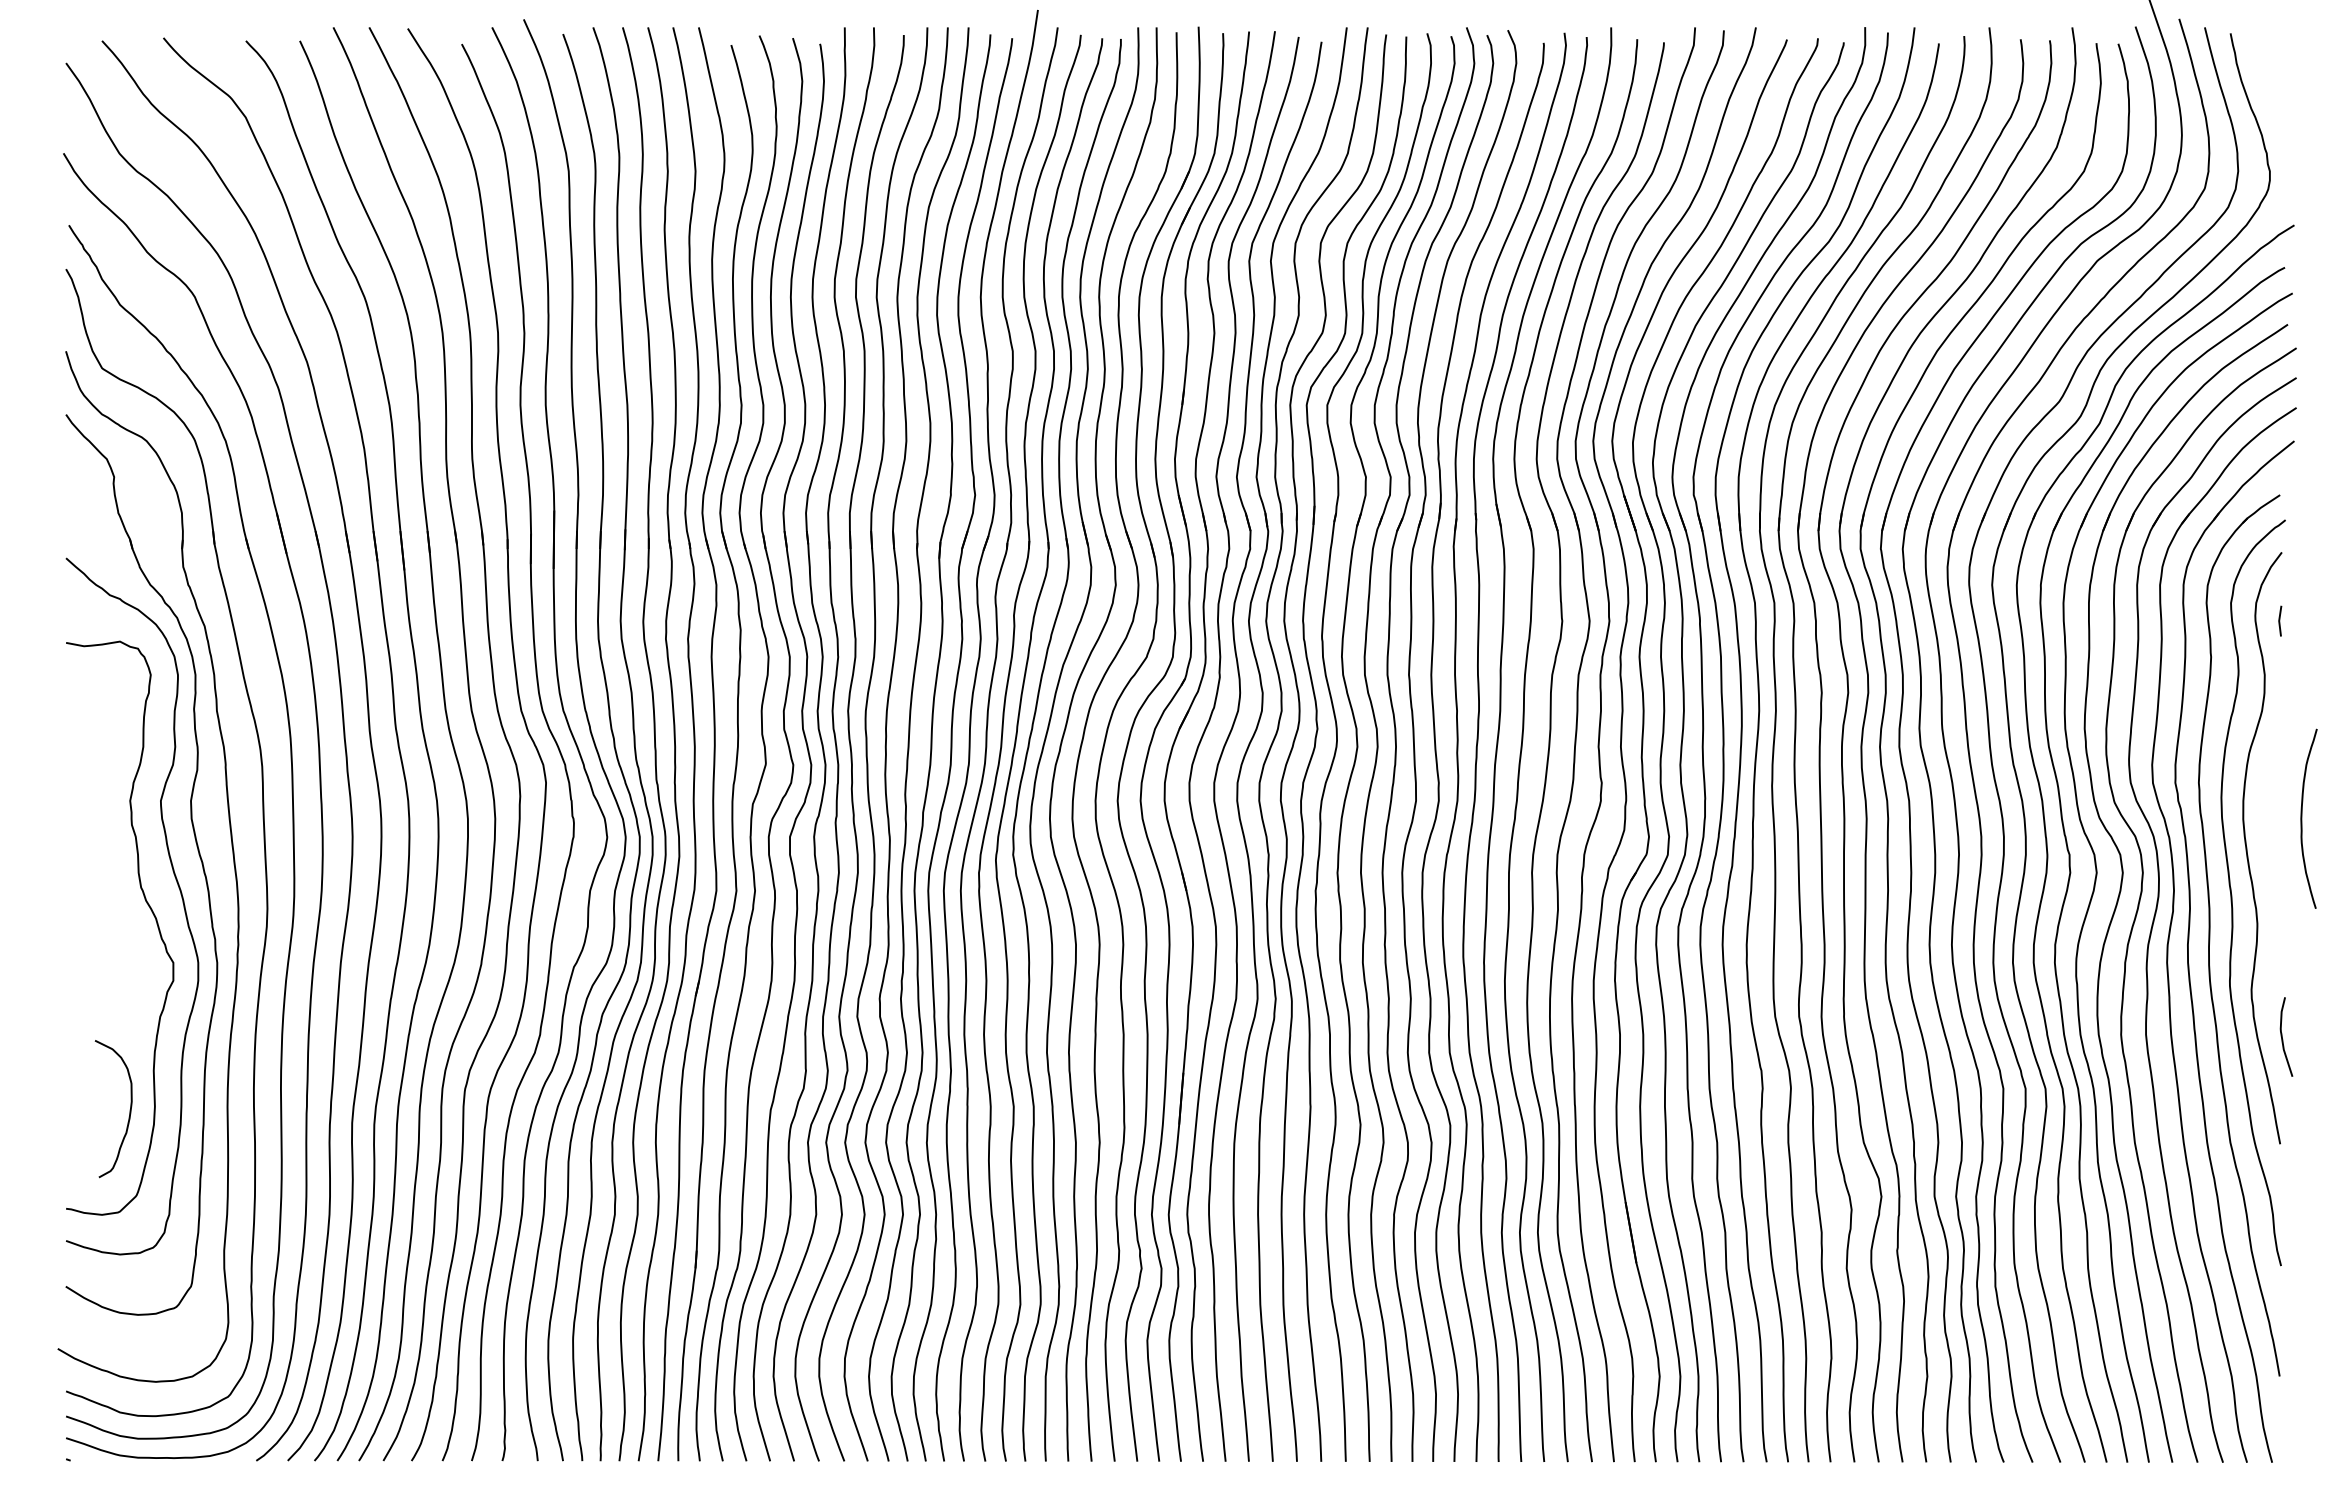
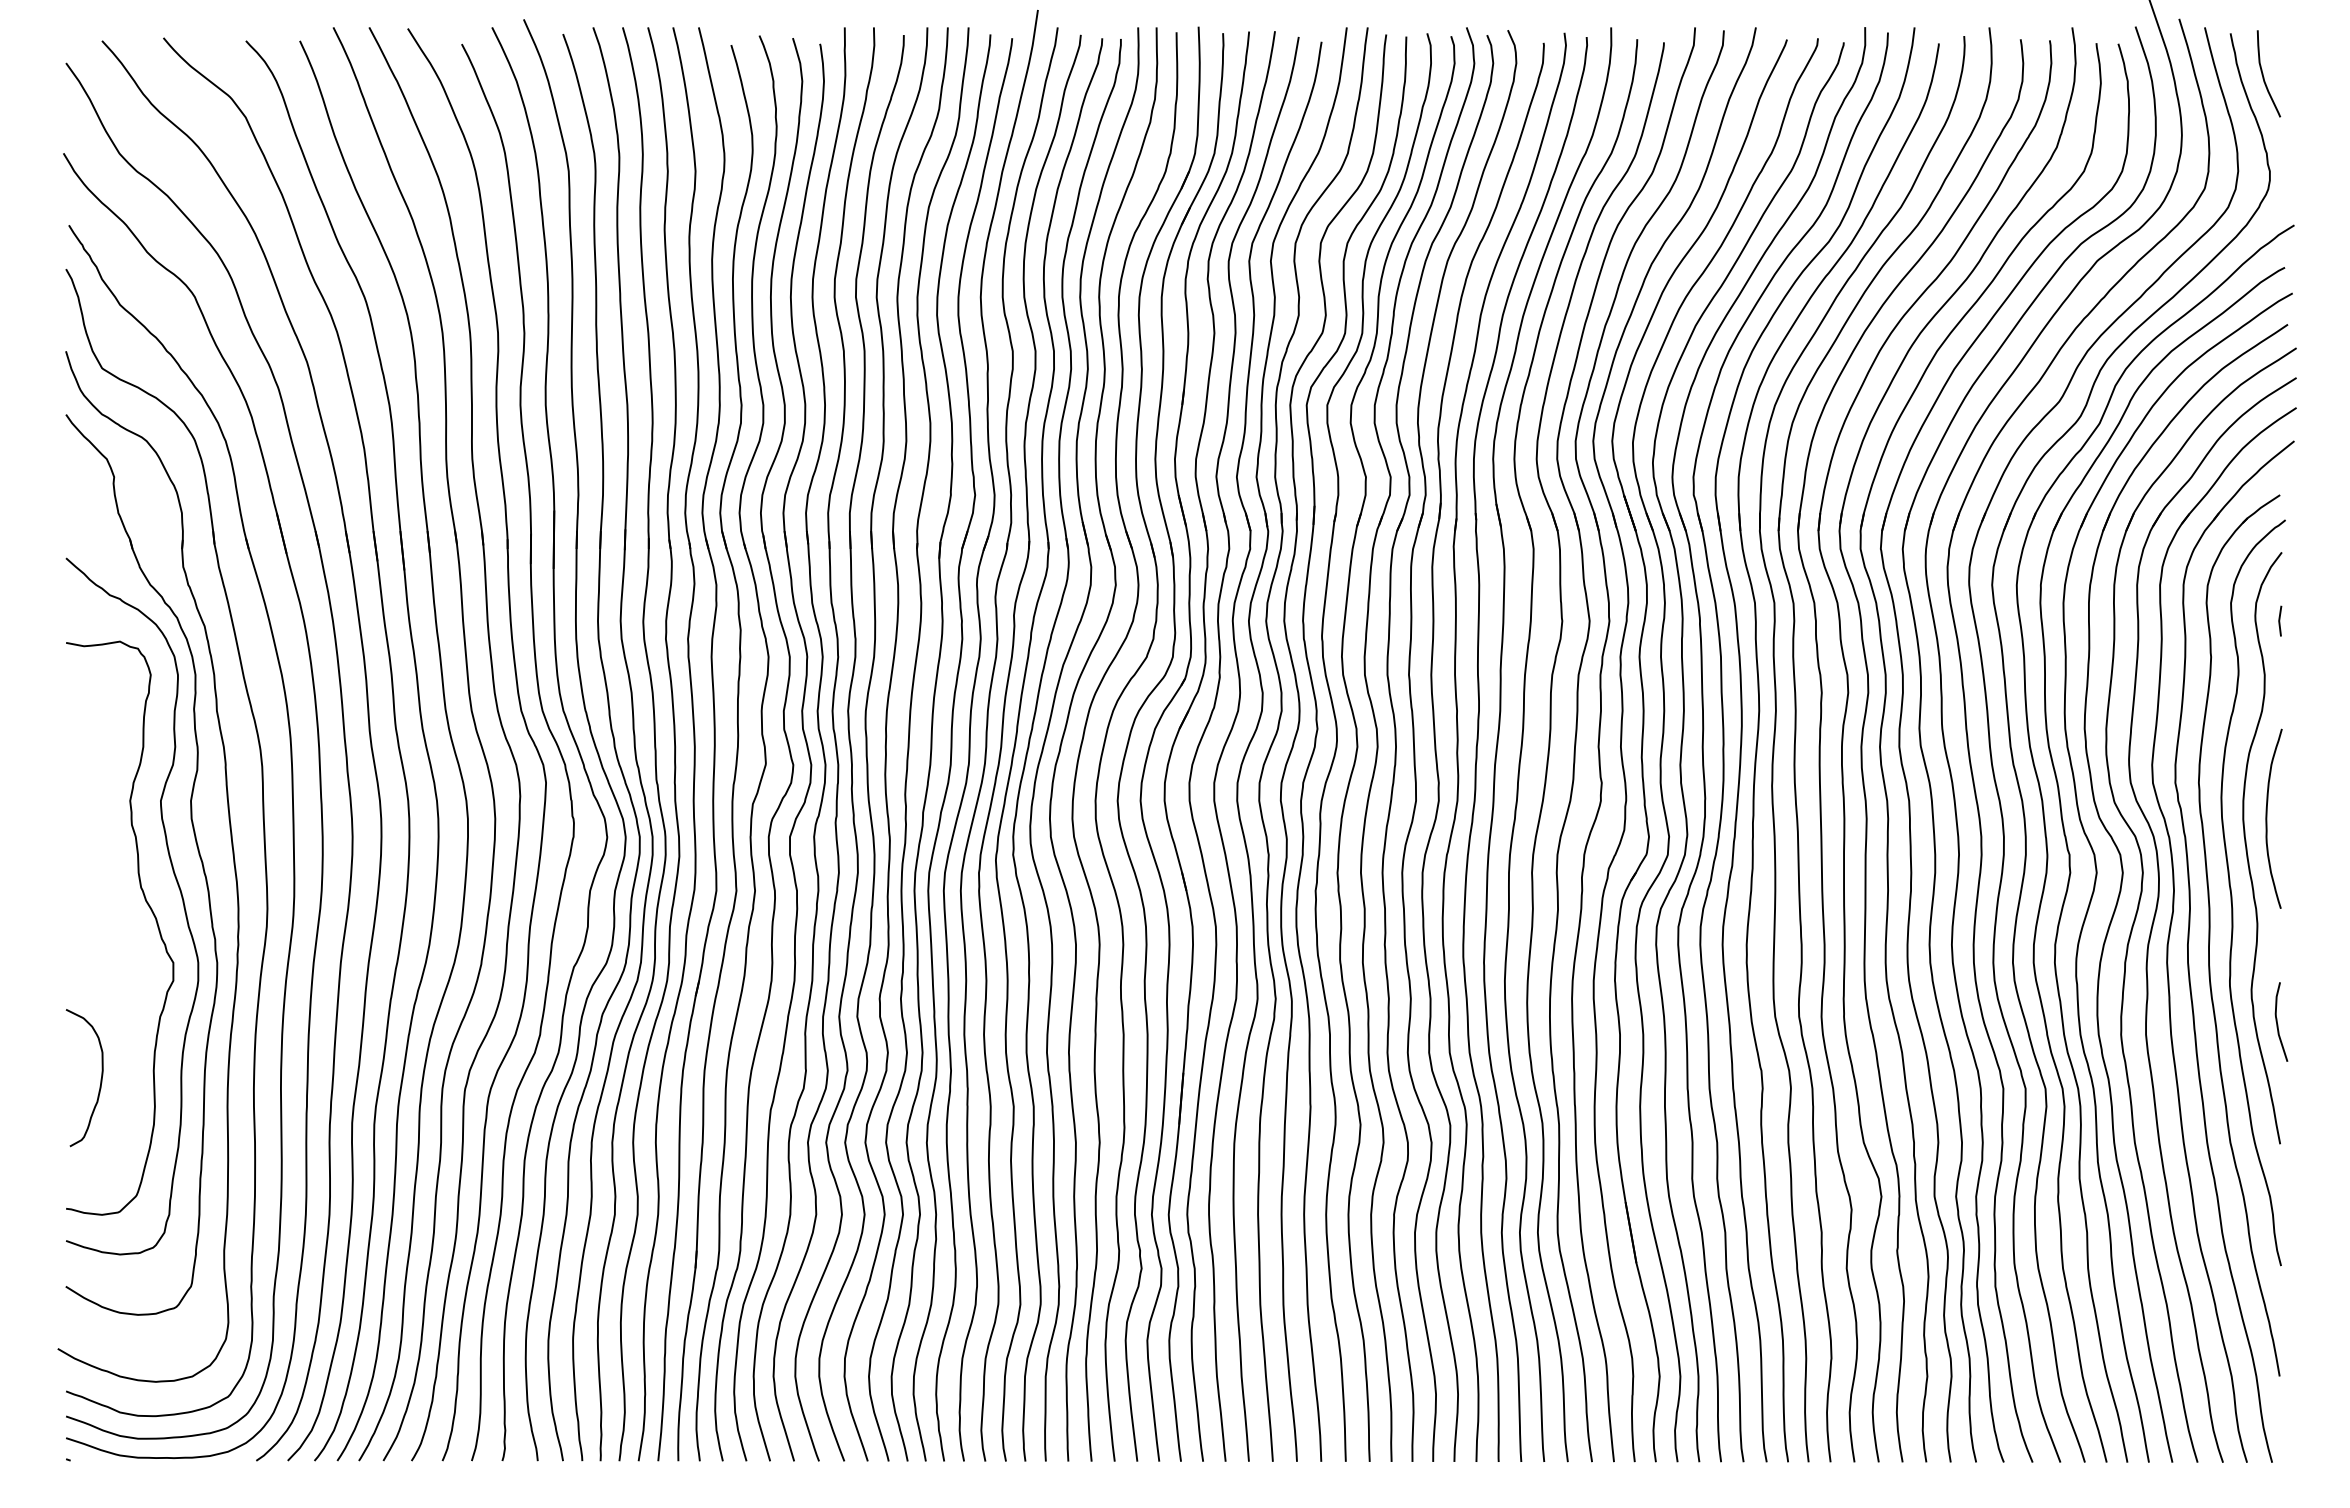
curve at (2263, 73): none -> present
curve at (2302, 818) position: (2302, 818) -> (2267, 818)
curve at (2282, 1036) position: (2282, 1036) -> (2277, 1021)
curve at (129, 1109) position: (129, 1109) -> (100, 1078)
